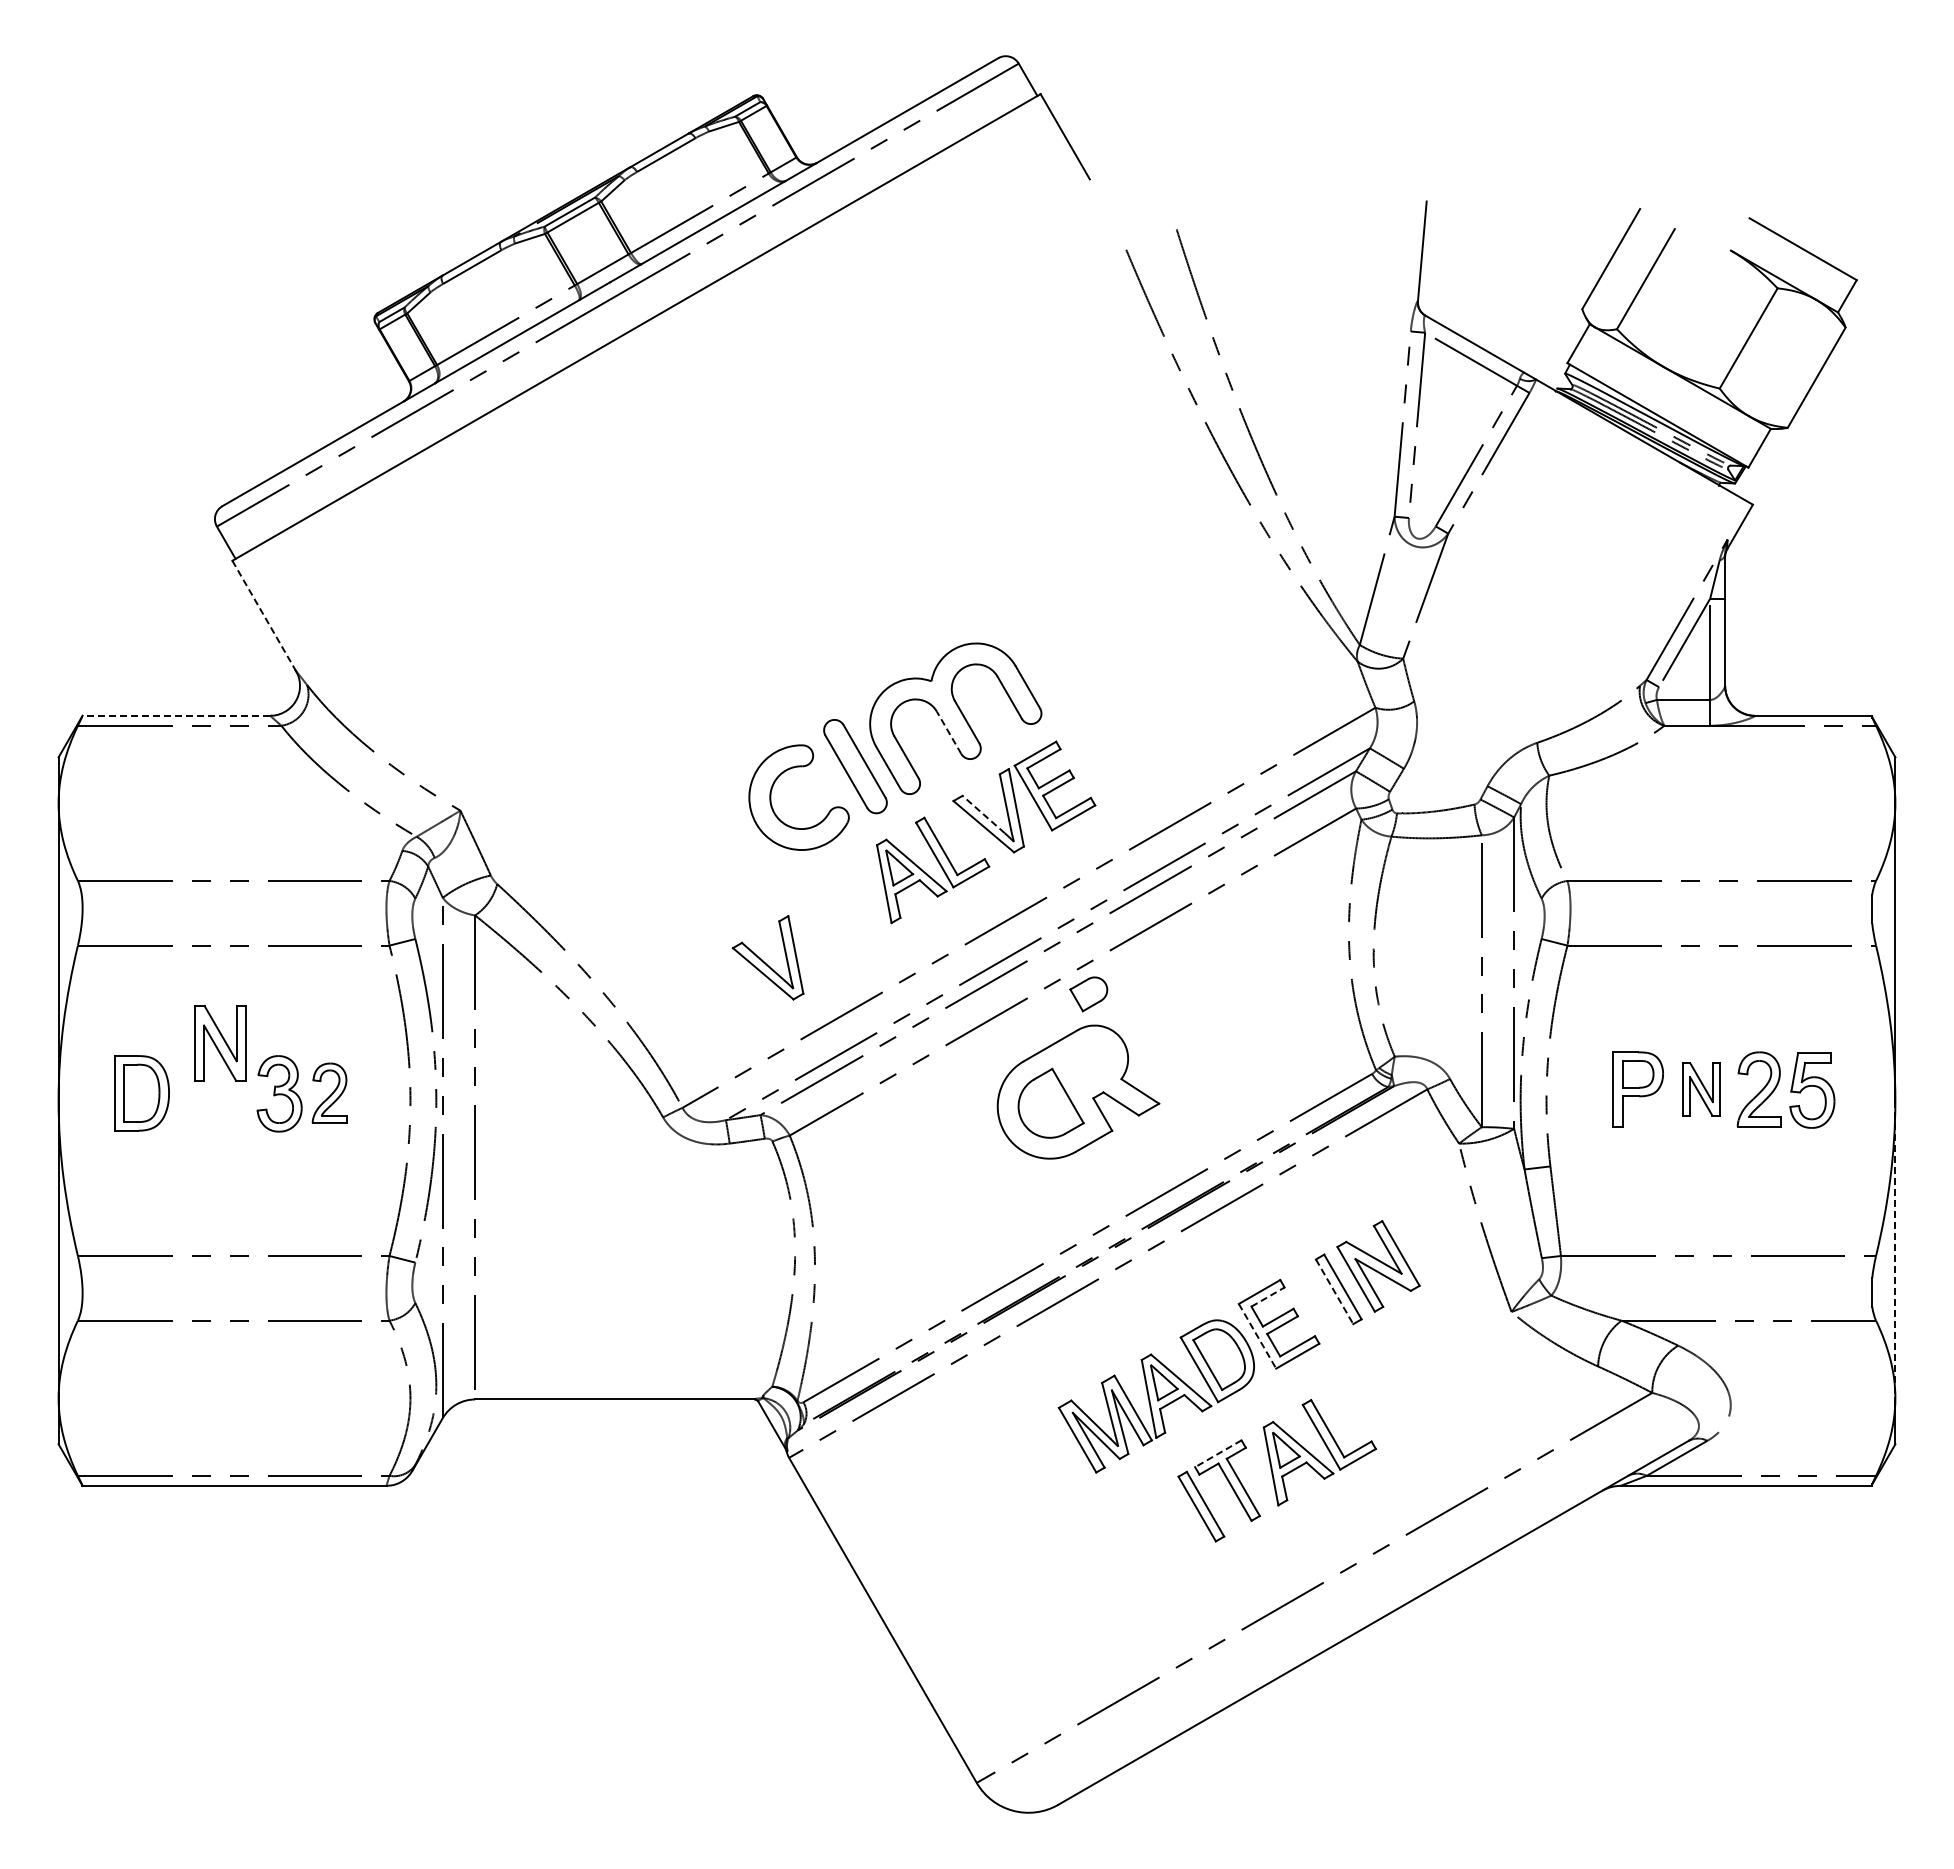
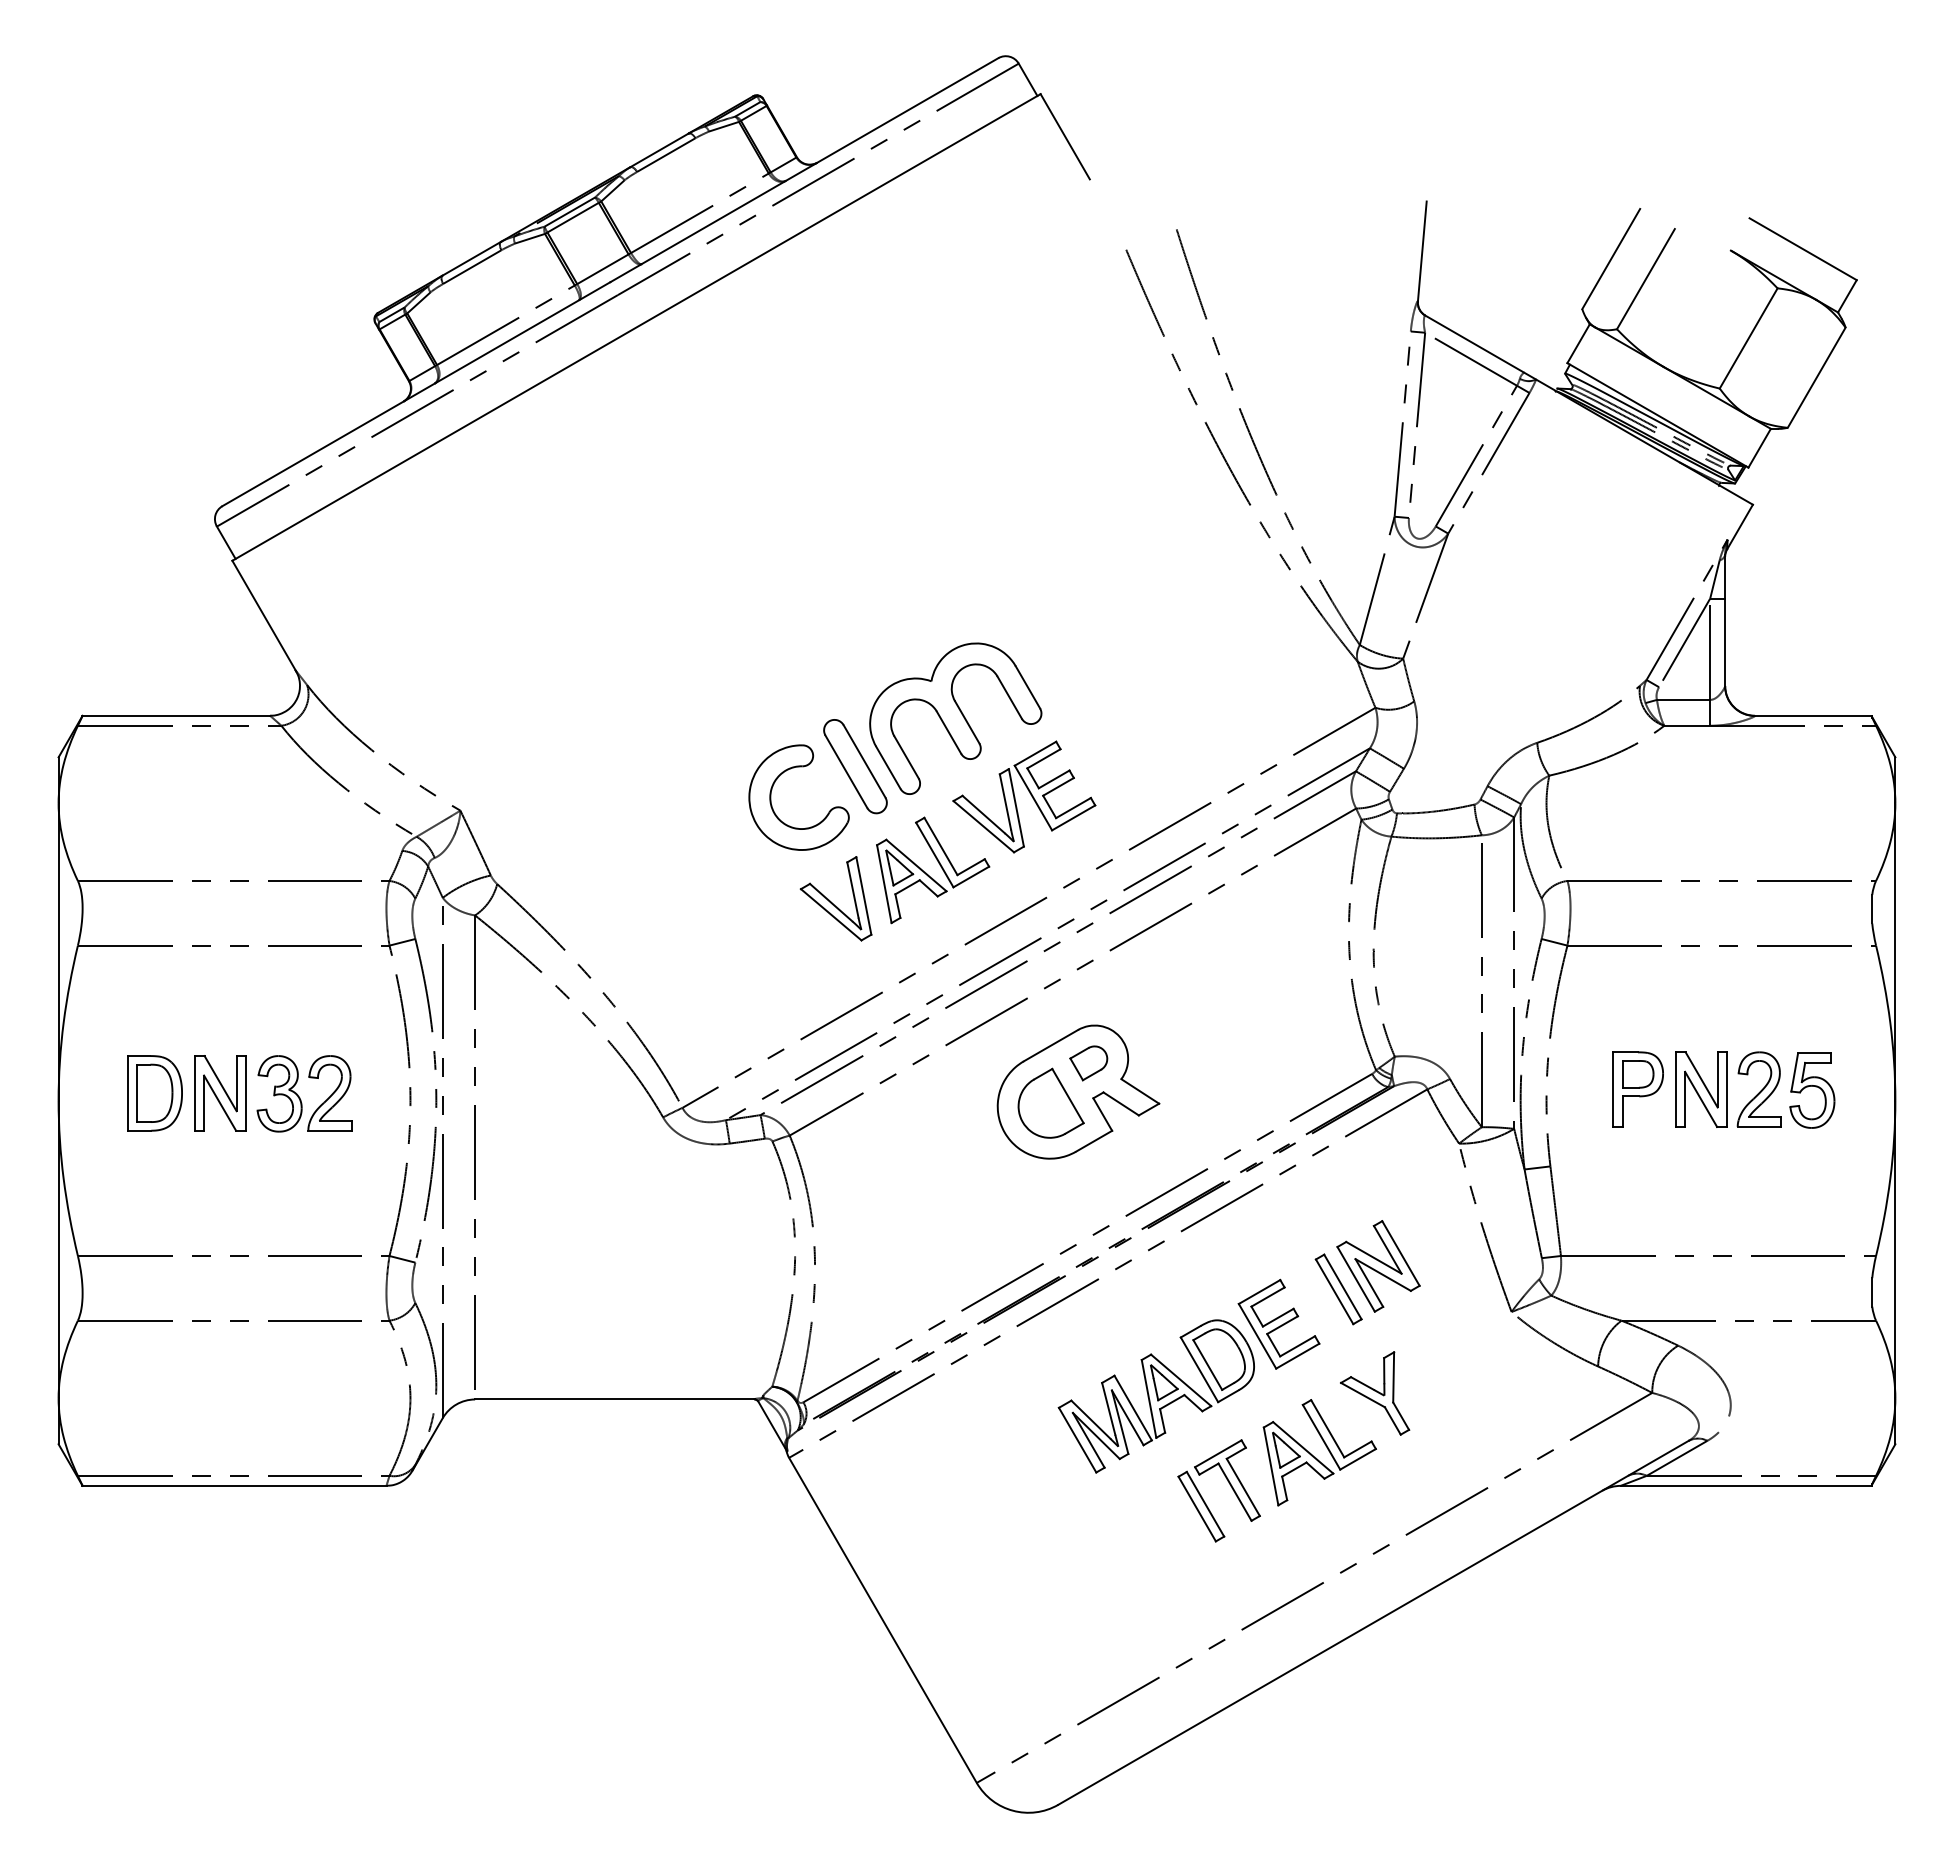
line at (264, 616): dashed -> solid
line at (176, 715): dashed -> solid
line at (948, 732): dashed -> solid
line at (983, 814): dashed -> solid
part at (767, 957) position: (767, 957) -> (835, 898)
part at (1088, 994) position: (1088, 994) -> (1088, 1063)
part at (220, 1043) position: (220, 1043) -> (220, 1093)
part at (1701, 1089) size: 39x55 px -> 53x77 px
part at (329, 1092) size: 37x62 px -> 46x77 px
part at (141, 1093) position: (141, 1093) -> (154, 1093)
line at (1895, 1249): dashed -> solid
line at (1334, 1292): dashed -> solid
line at (1268, 1296): dashed -> solid
line at (1257, 1336): dashed -> solid
part at (1375, 1393): none -> present
line at (1218, 1453): dashed -> solid
